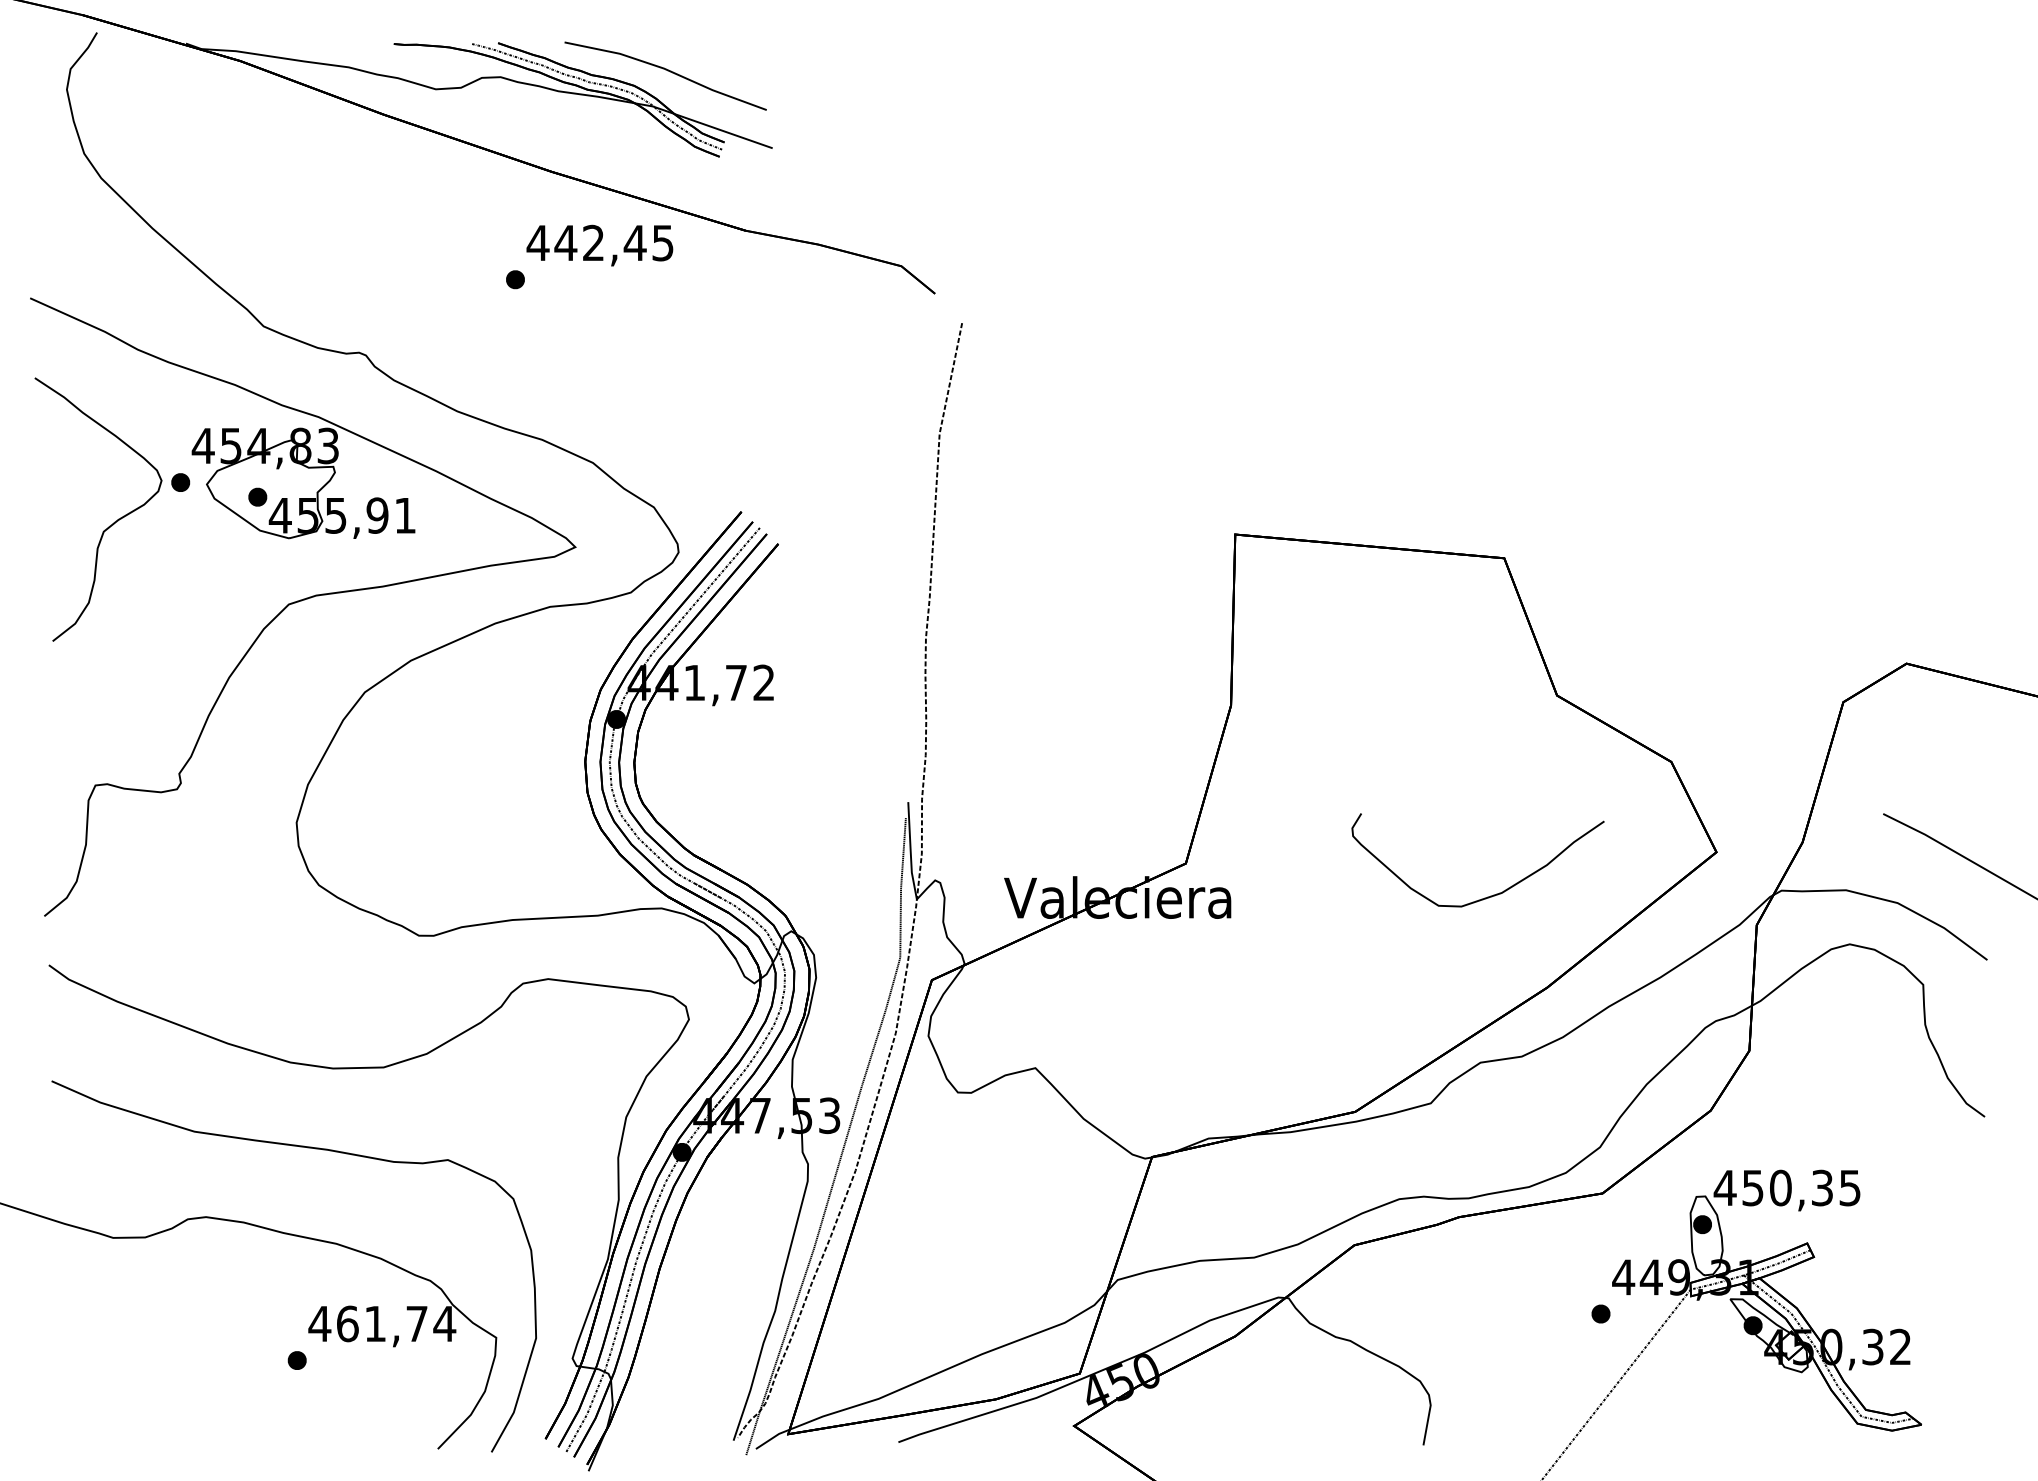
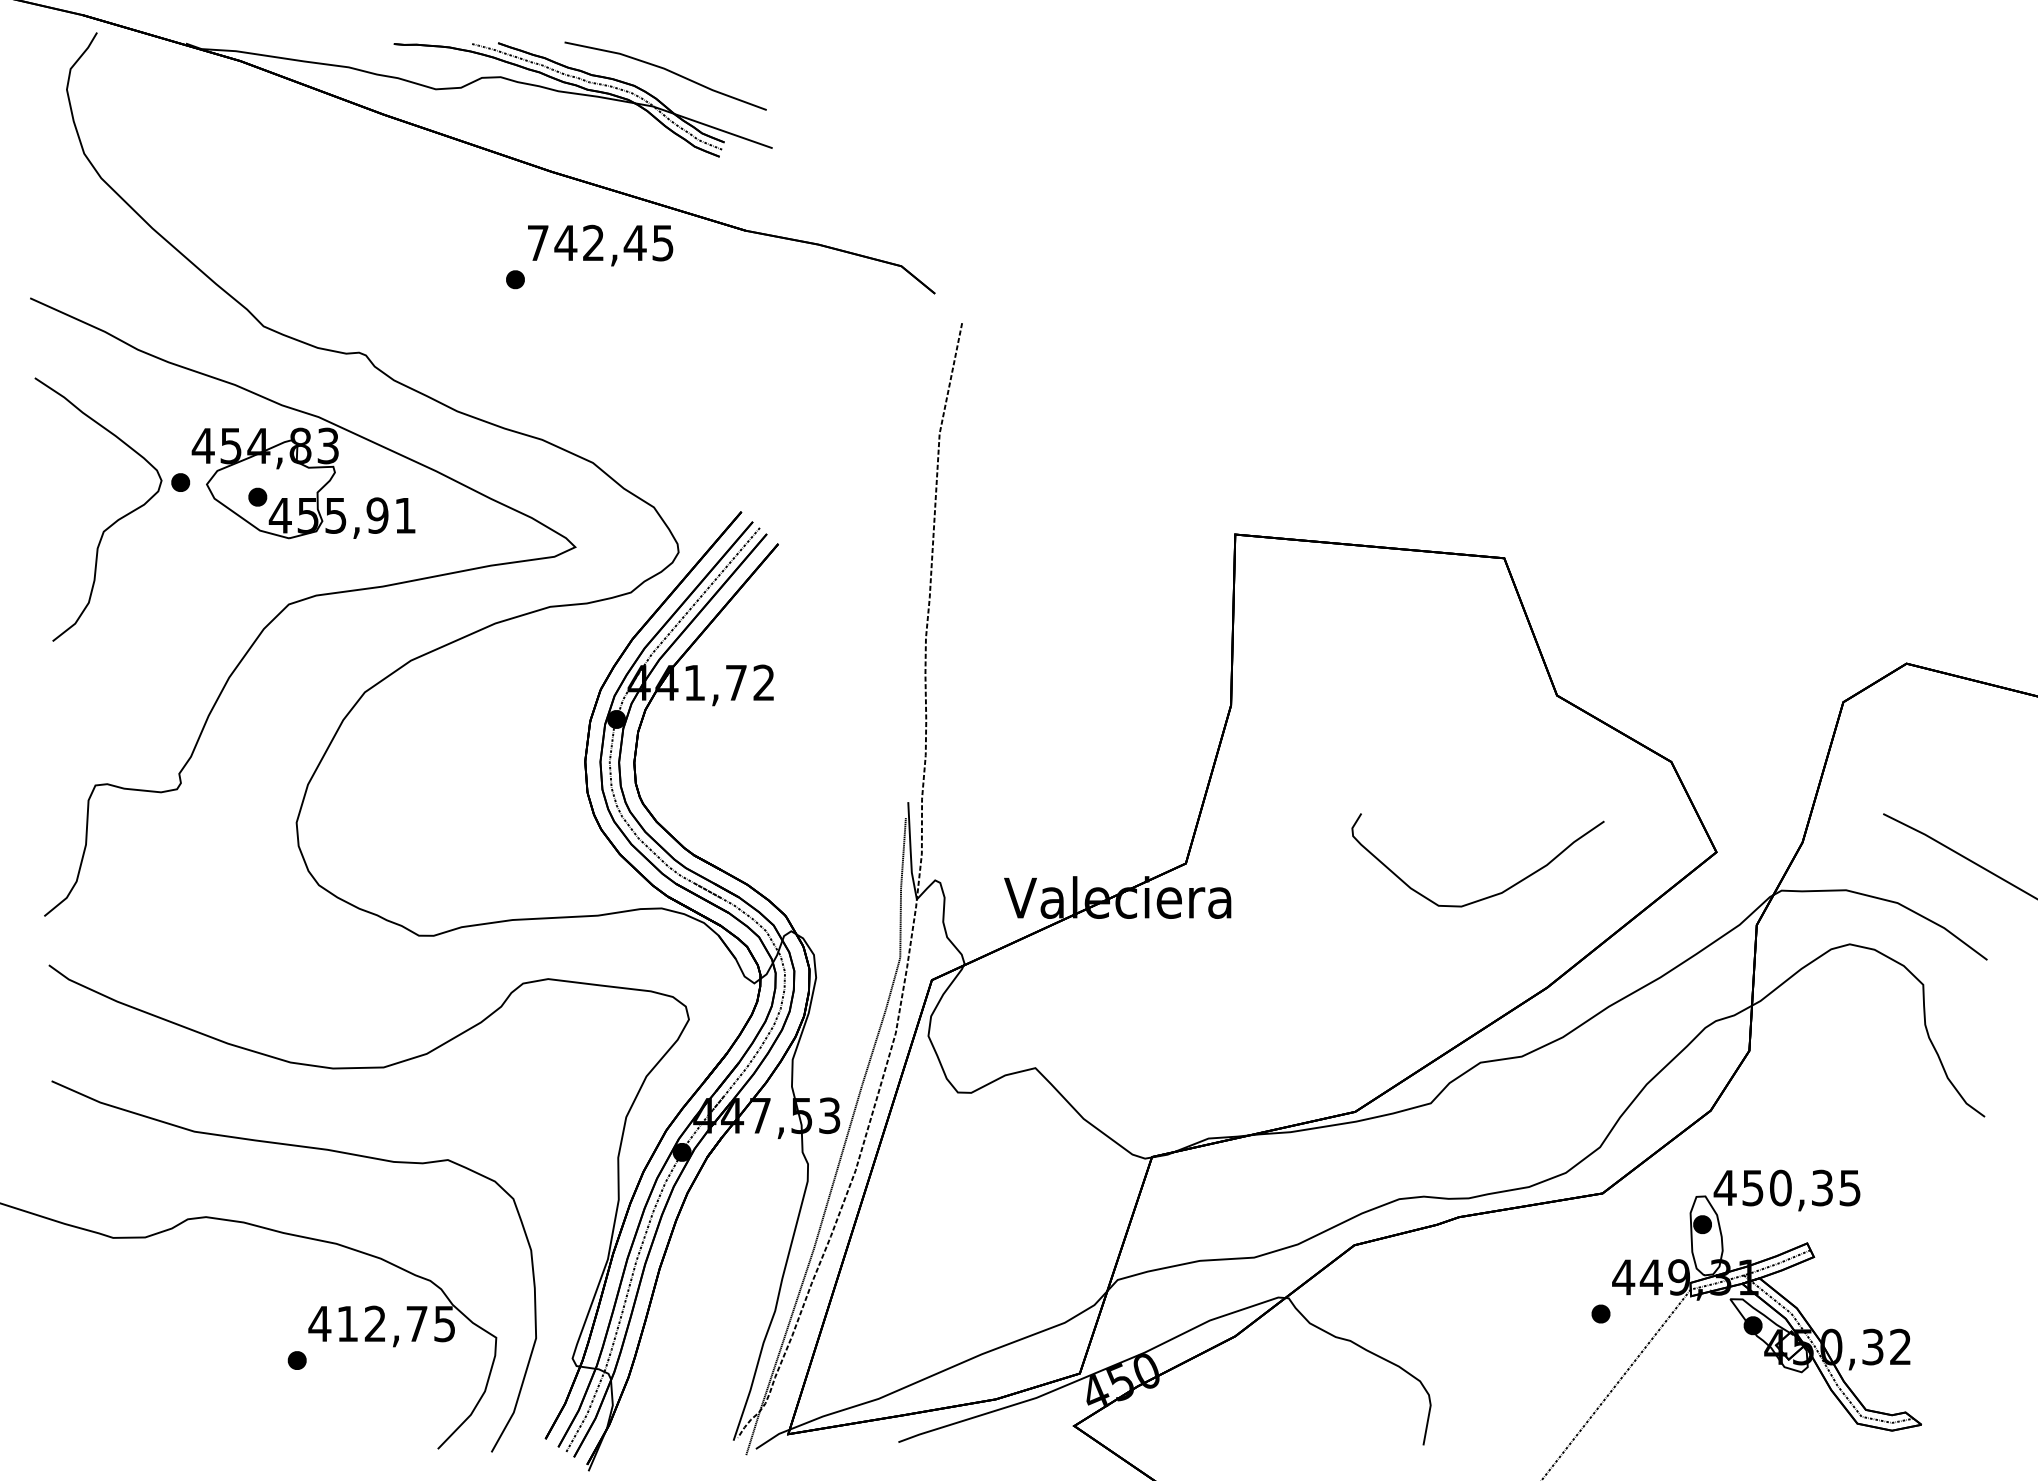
text at (537, 242): 442,45 -> 742,45
text at (396, 1323): 461,74 -> 412,75
